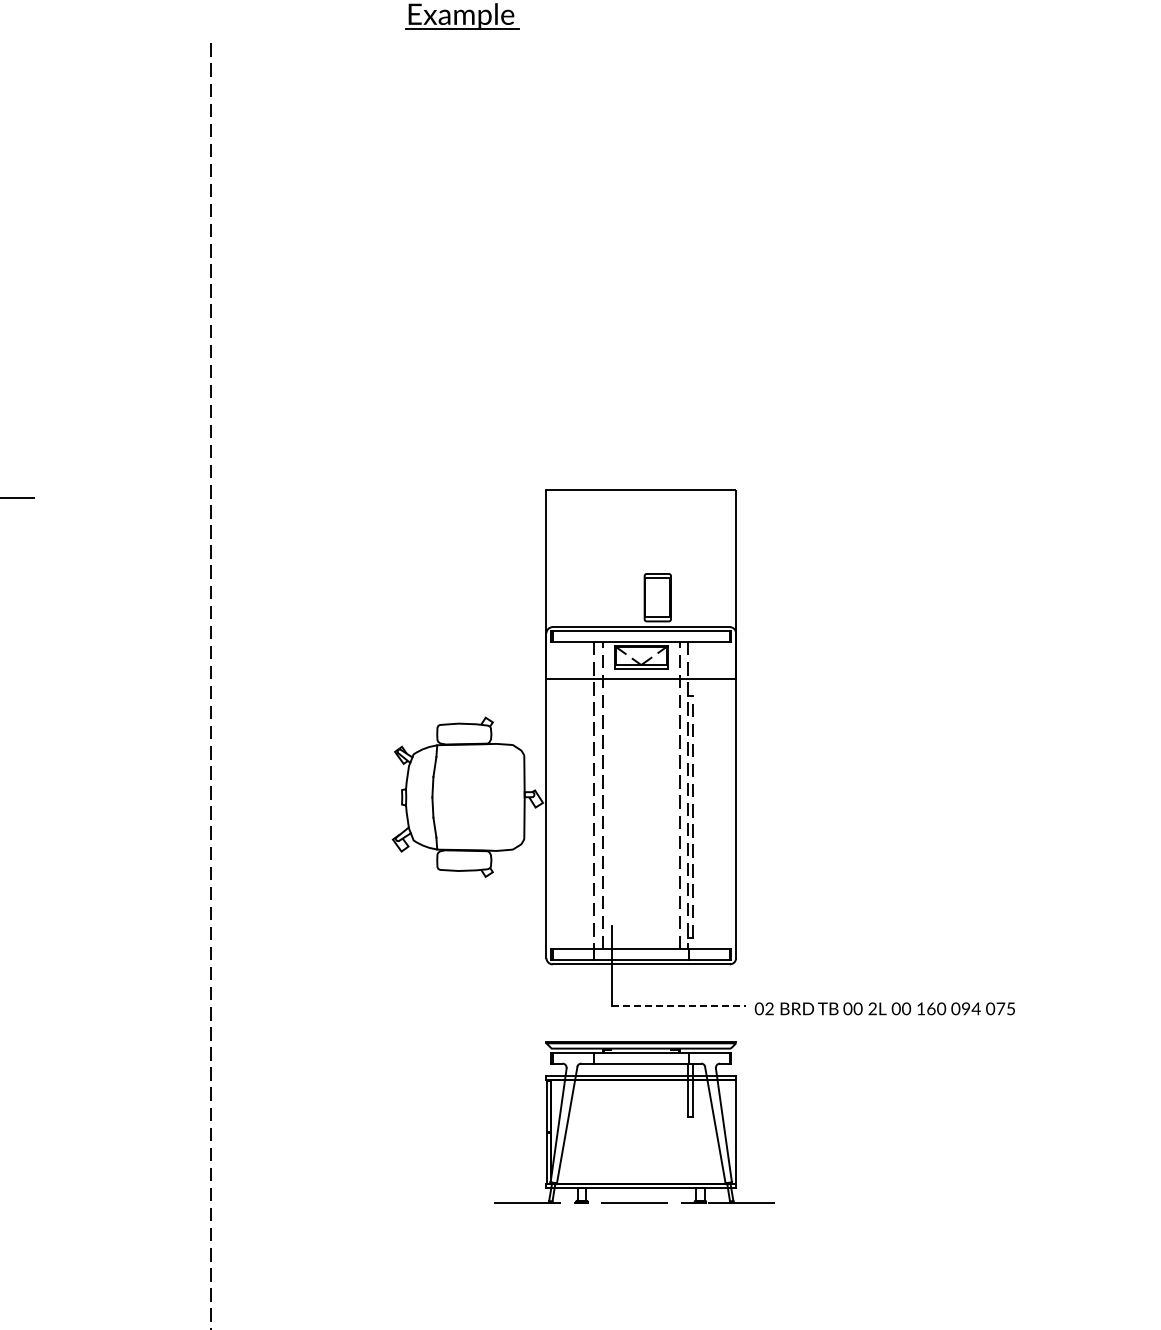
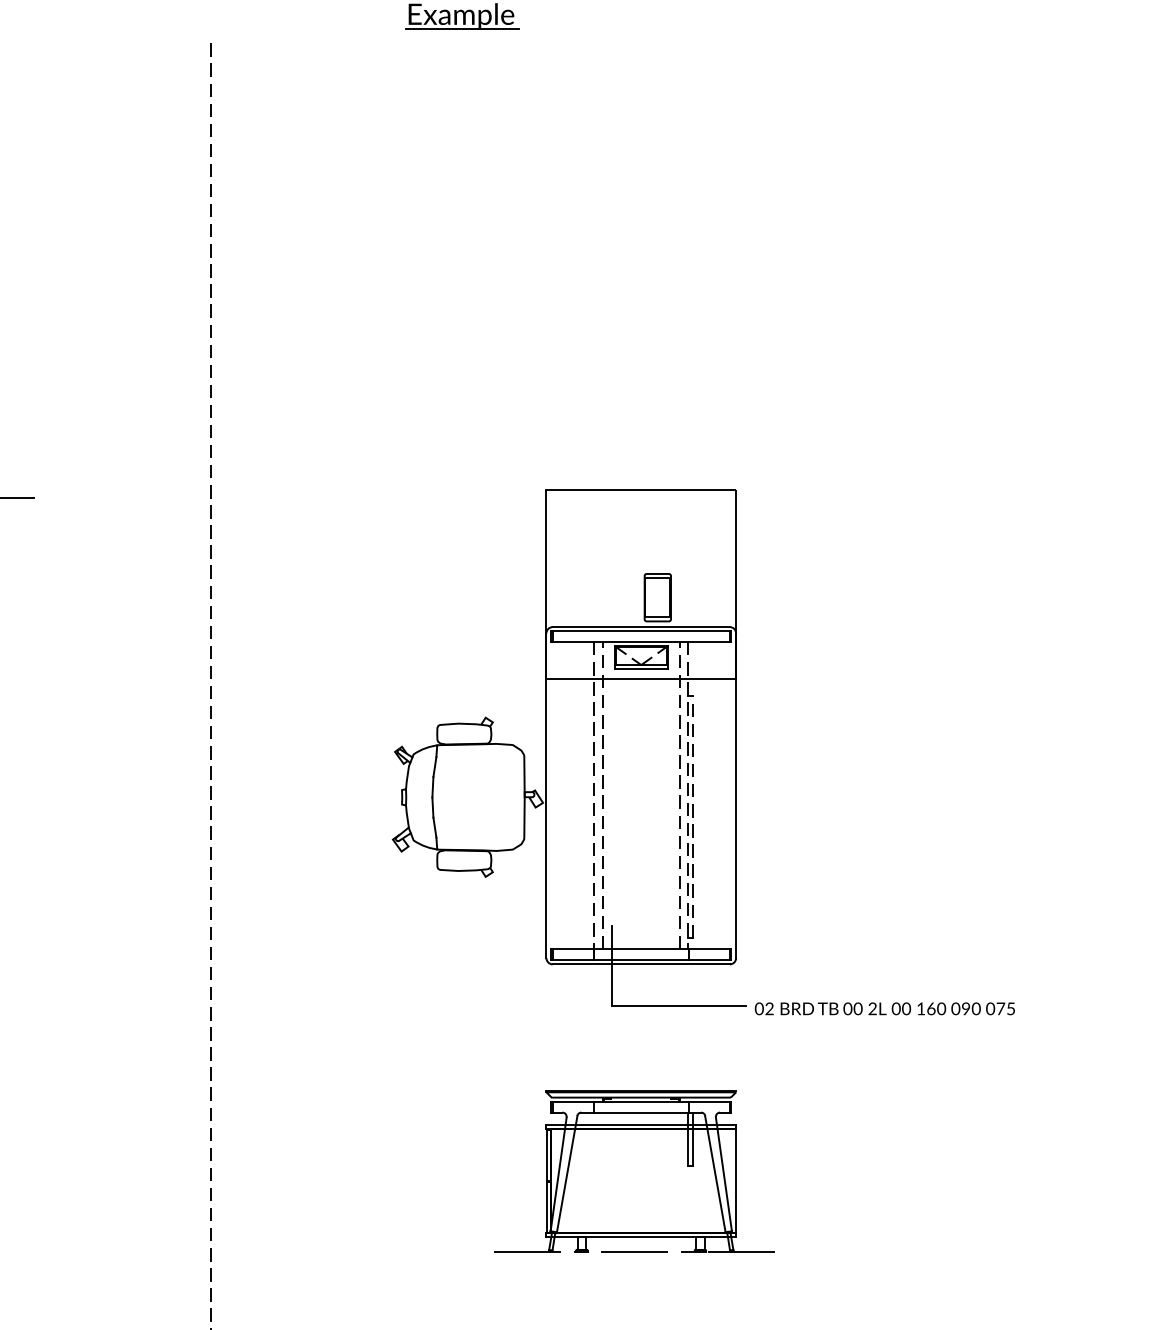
line at (679, 1005): dashed -> solid
text at (975, 1008): 094 -> 090
part at (634, 1122) position: (634, 1122) -> (634, 1171)
